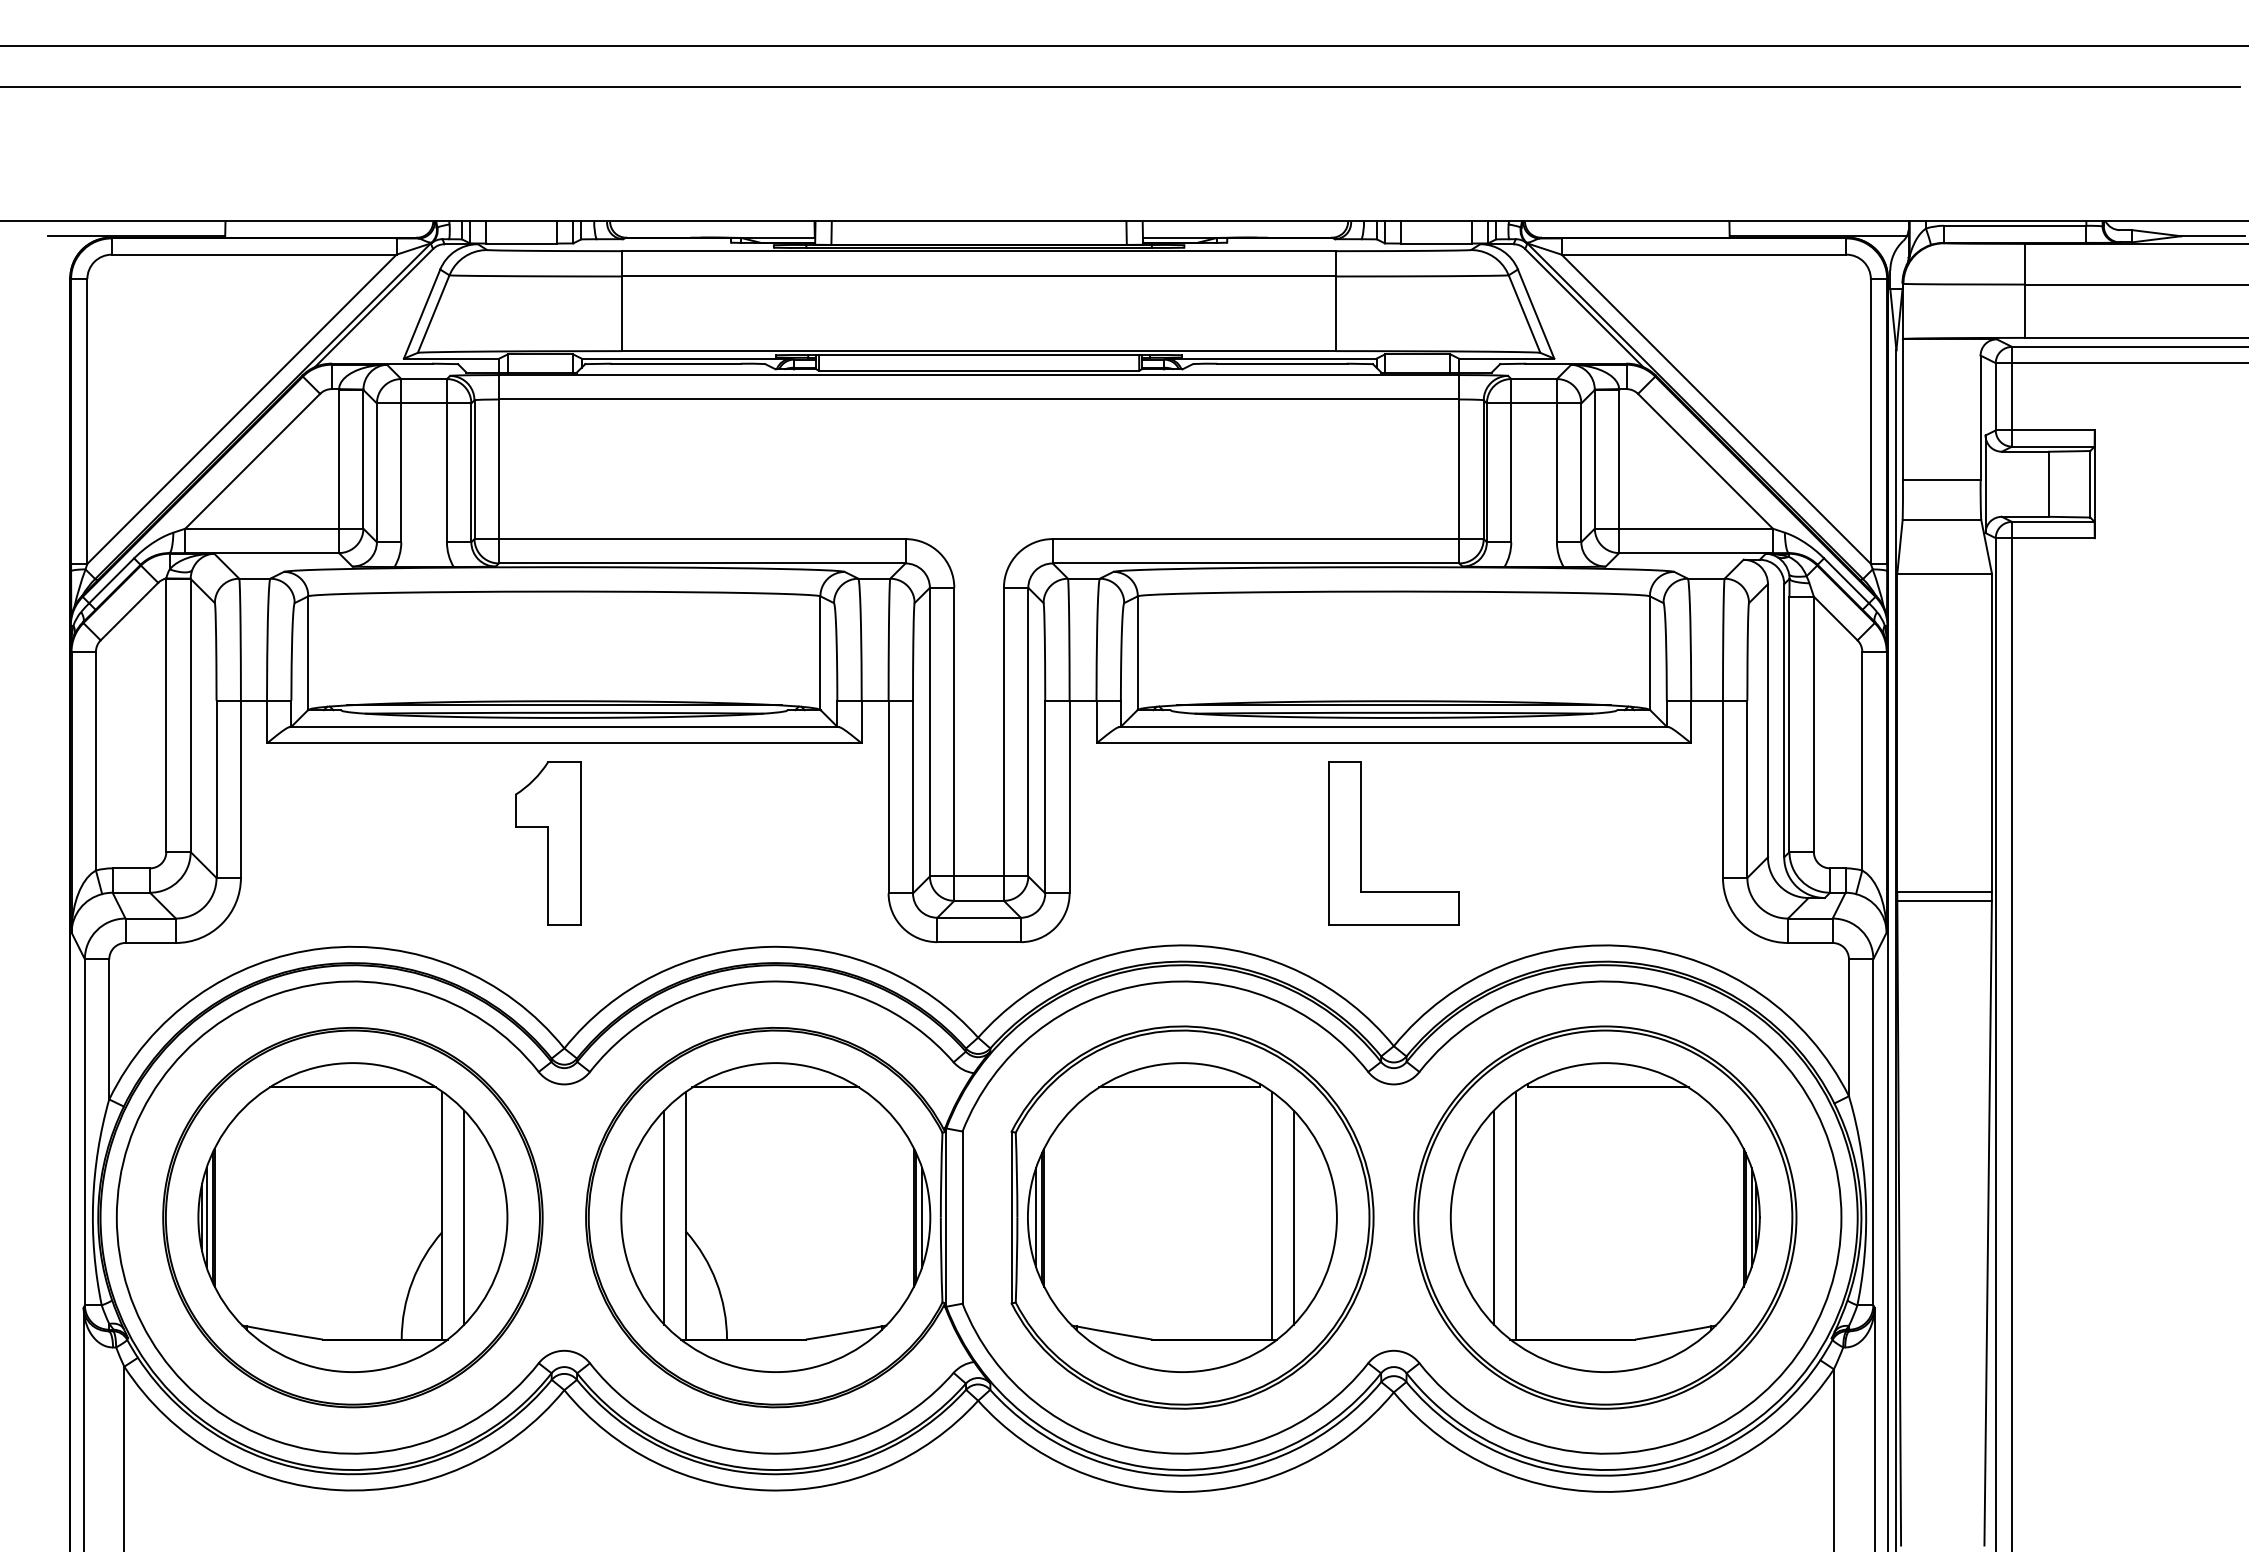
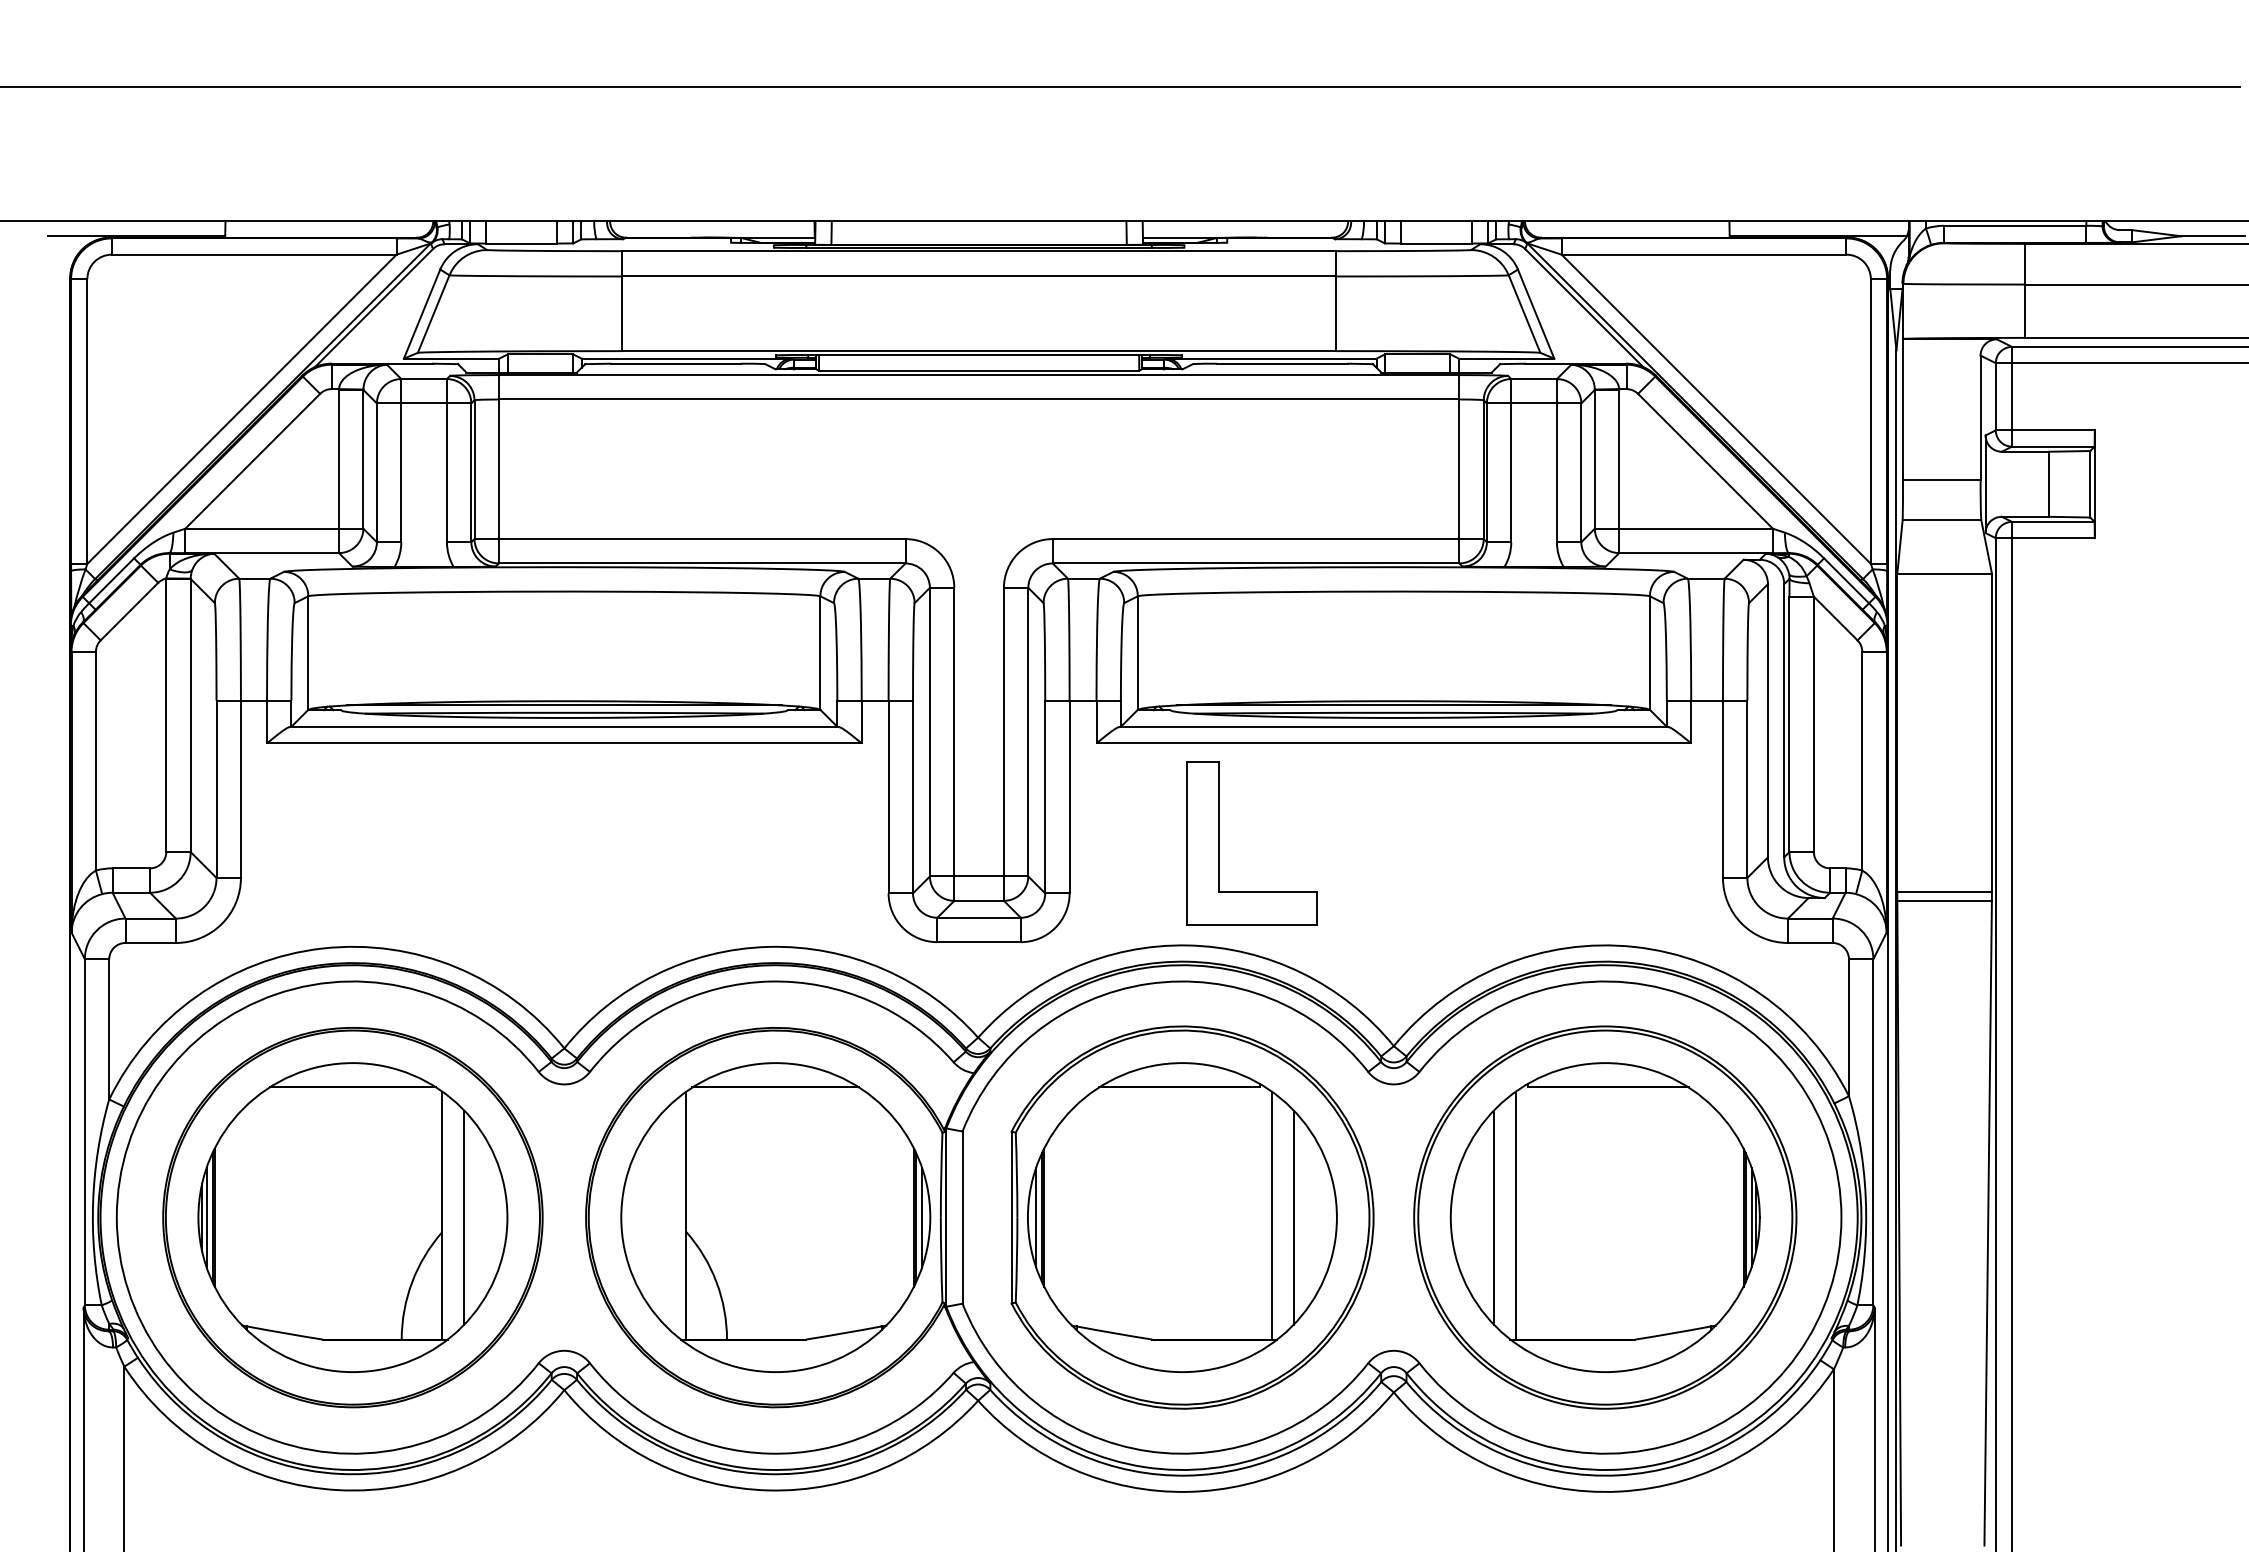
line at (1123, 46): present -> none
part at (548, 843): present -> none
part at (1361, 843) position: (1361, 843) -> (1219, 843)
line at (664, 1217): present -> none
